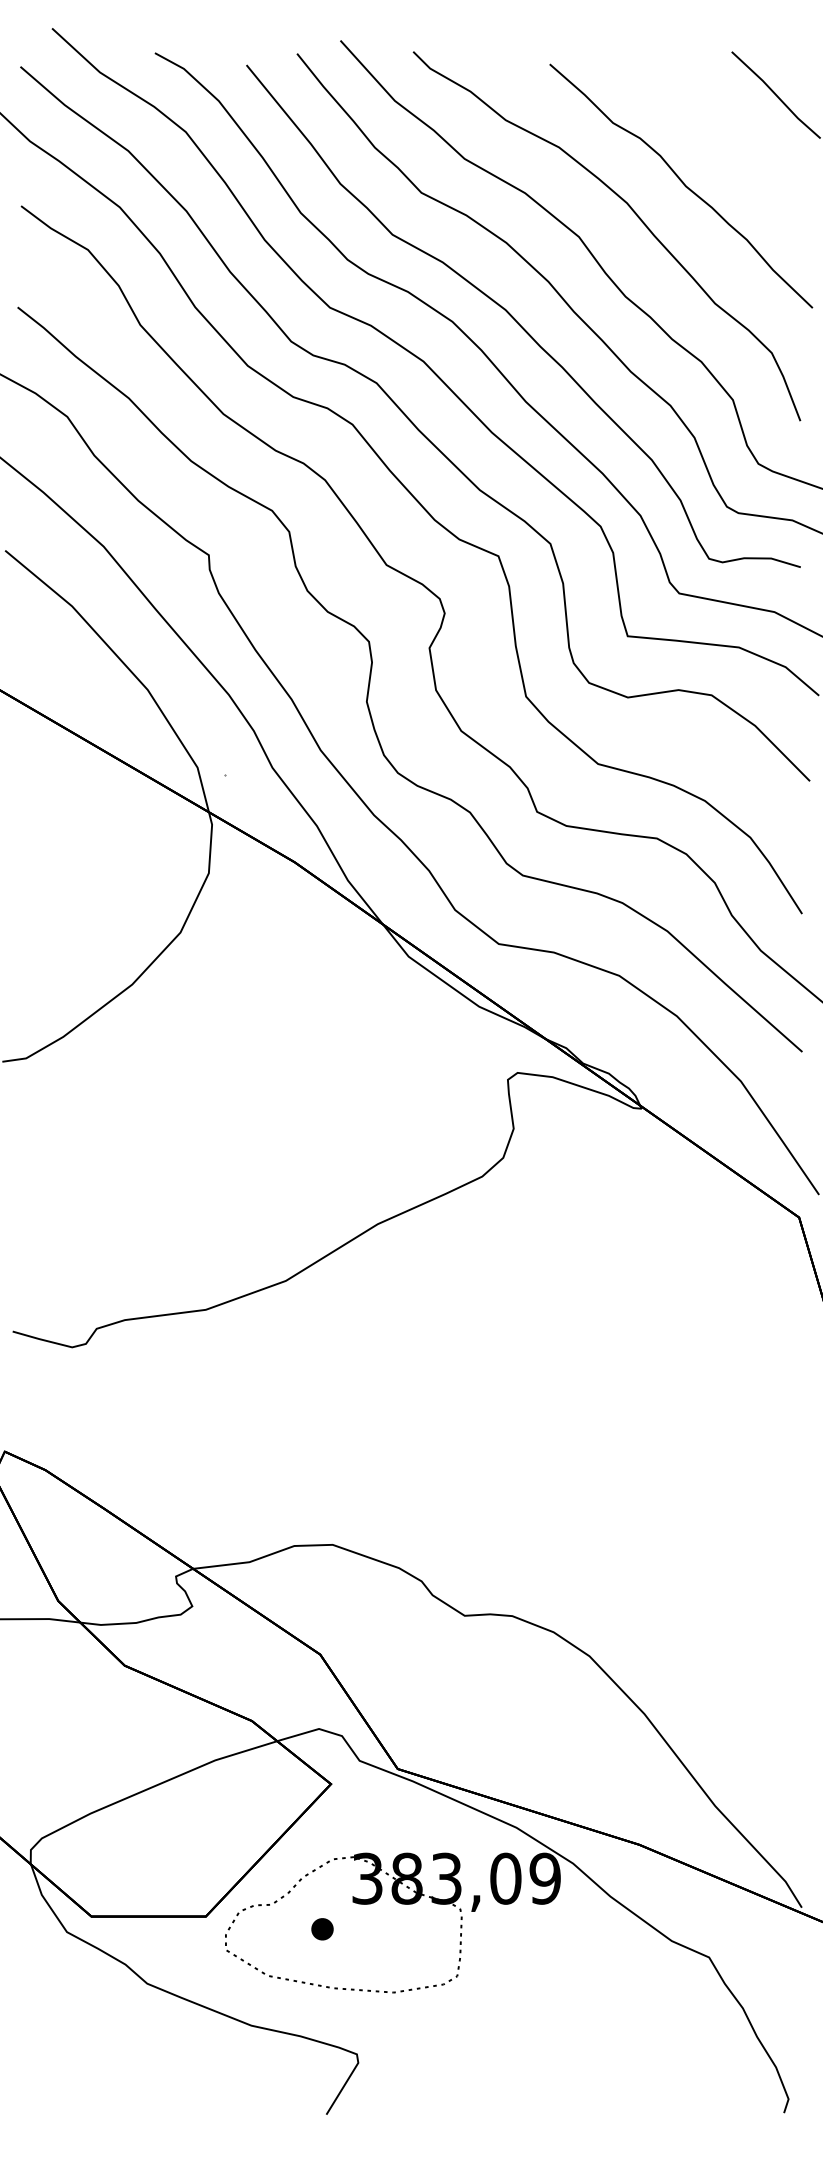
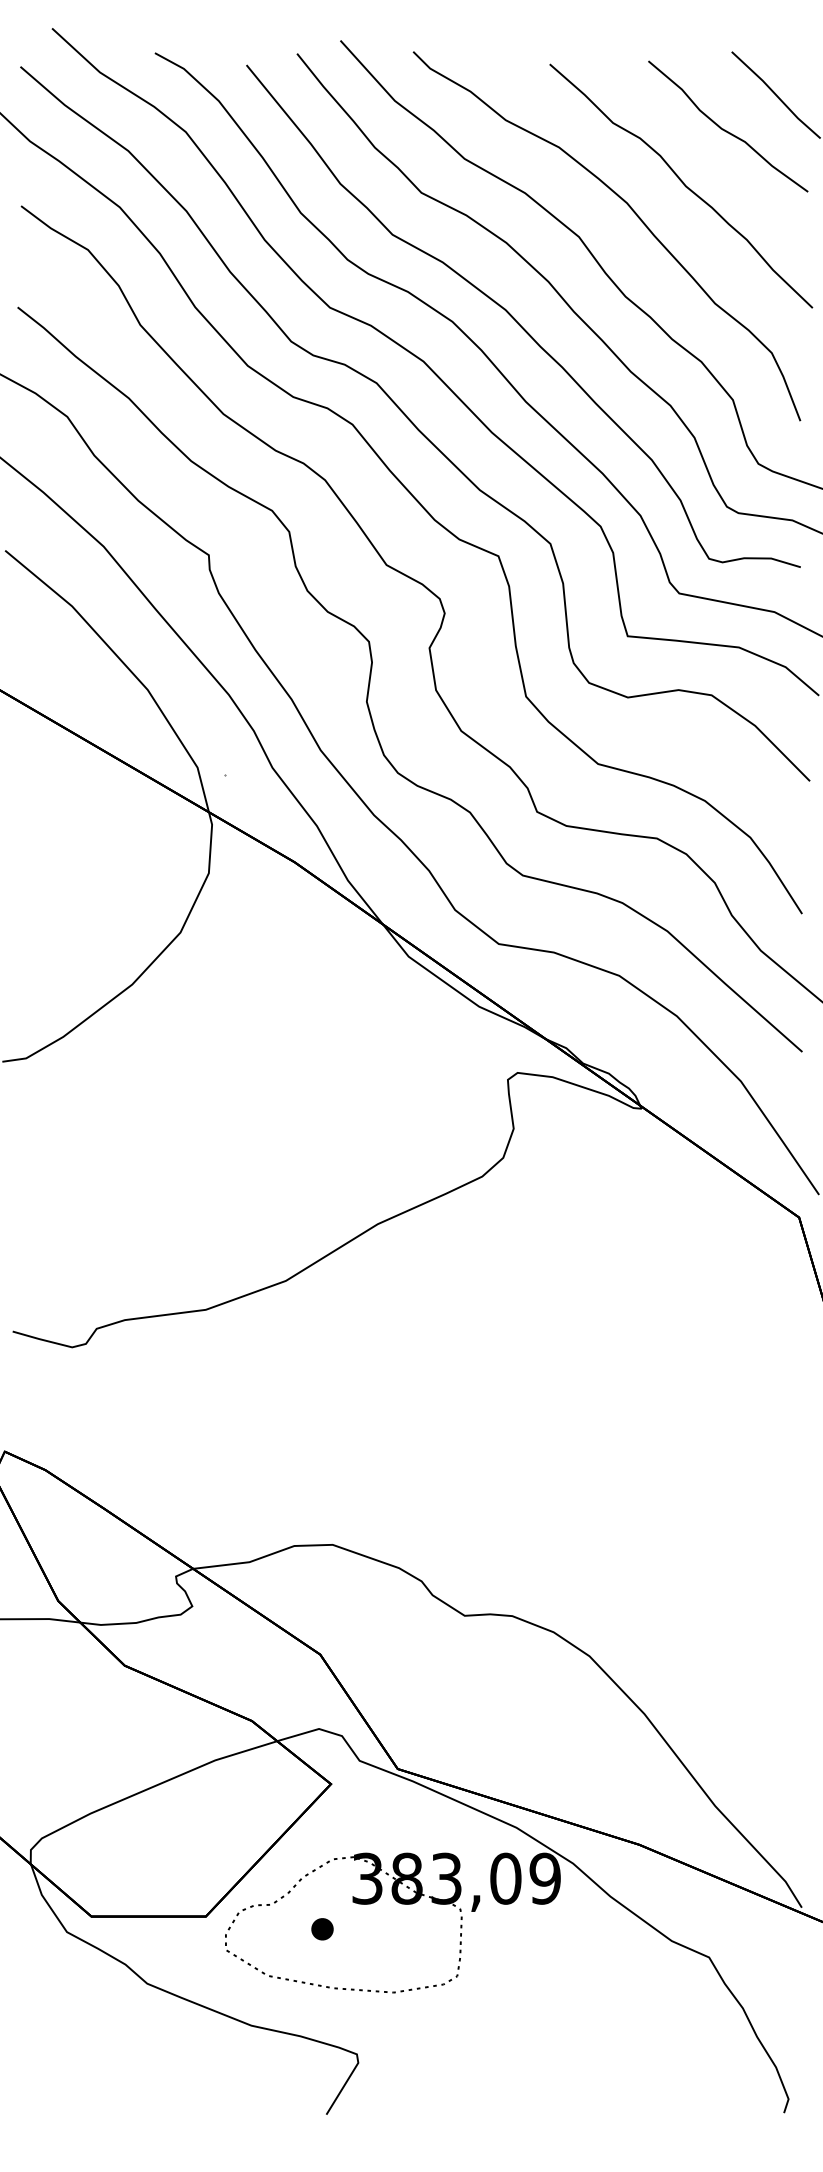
curve at (725, 129): none -> present
